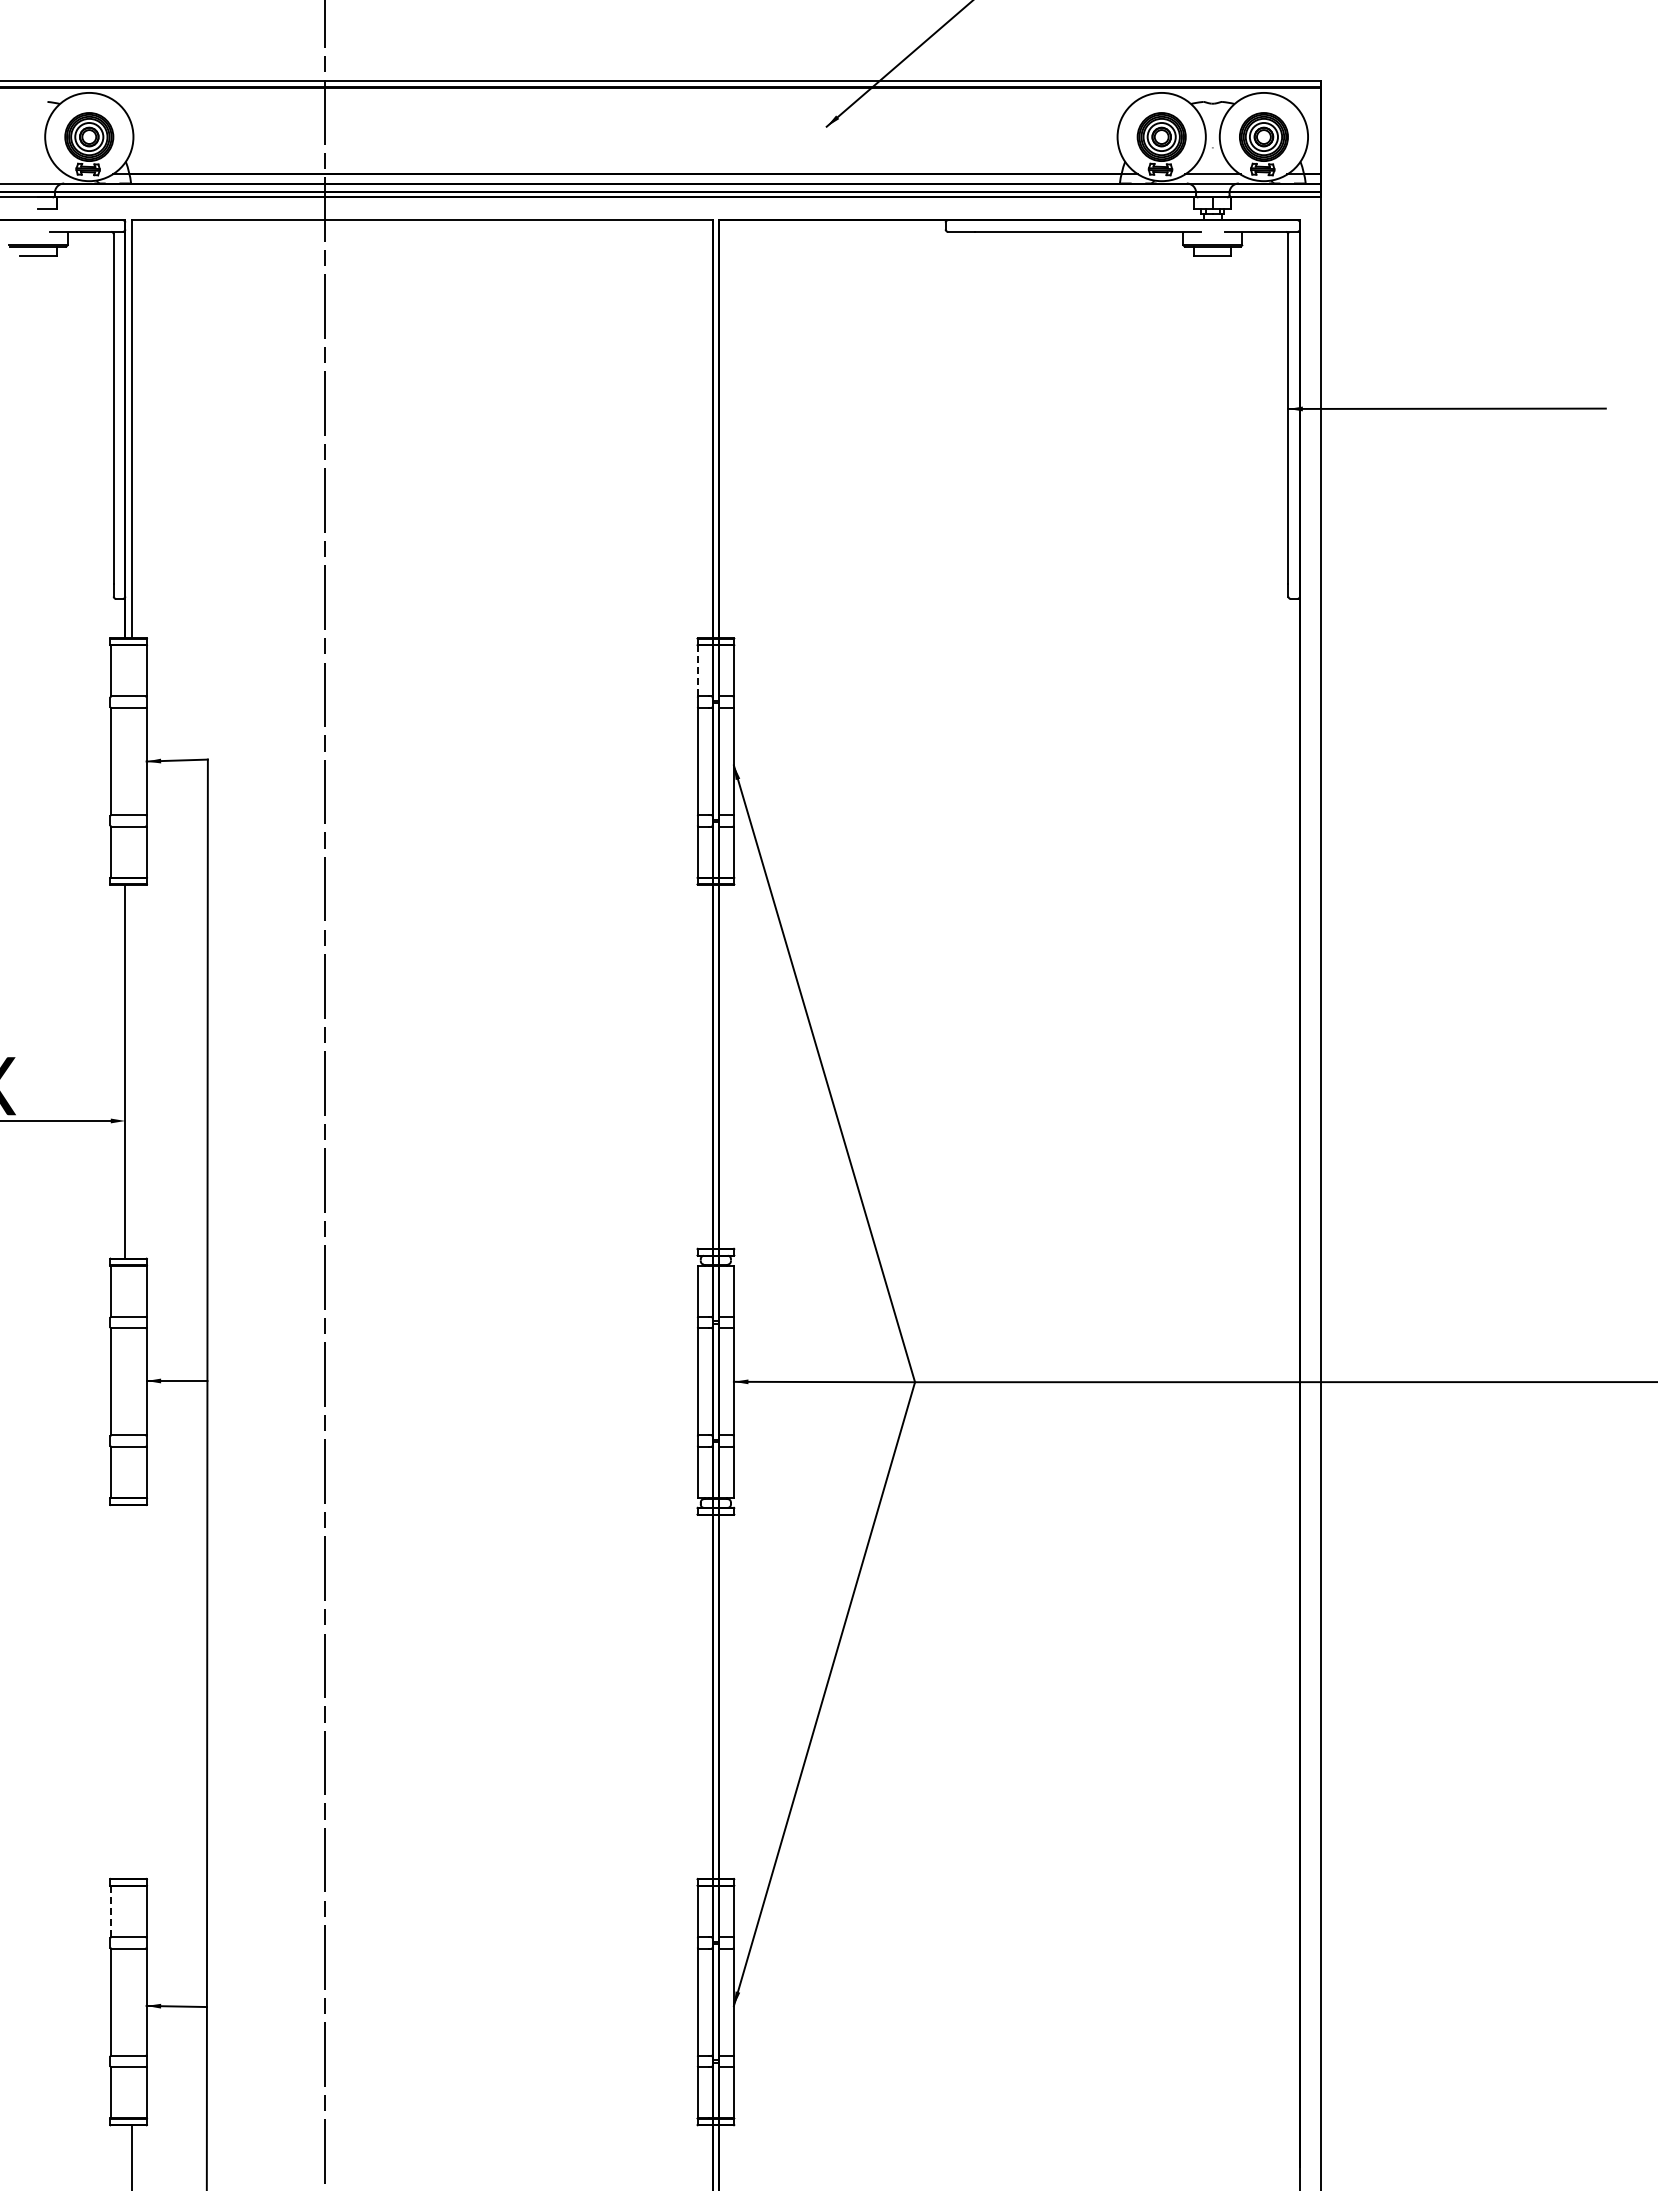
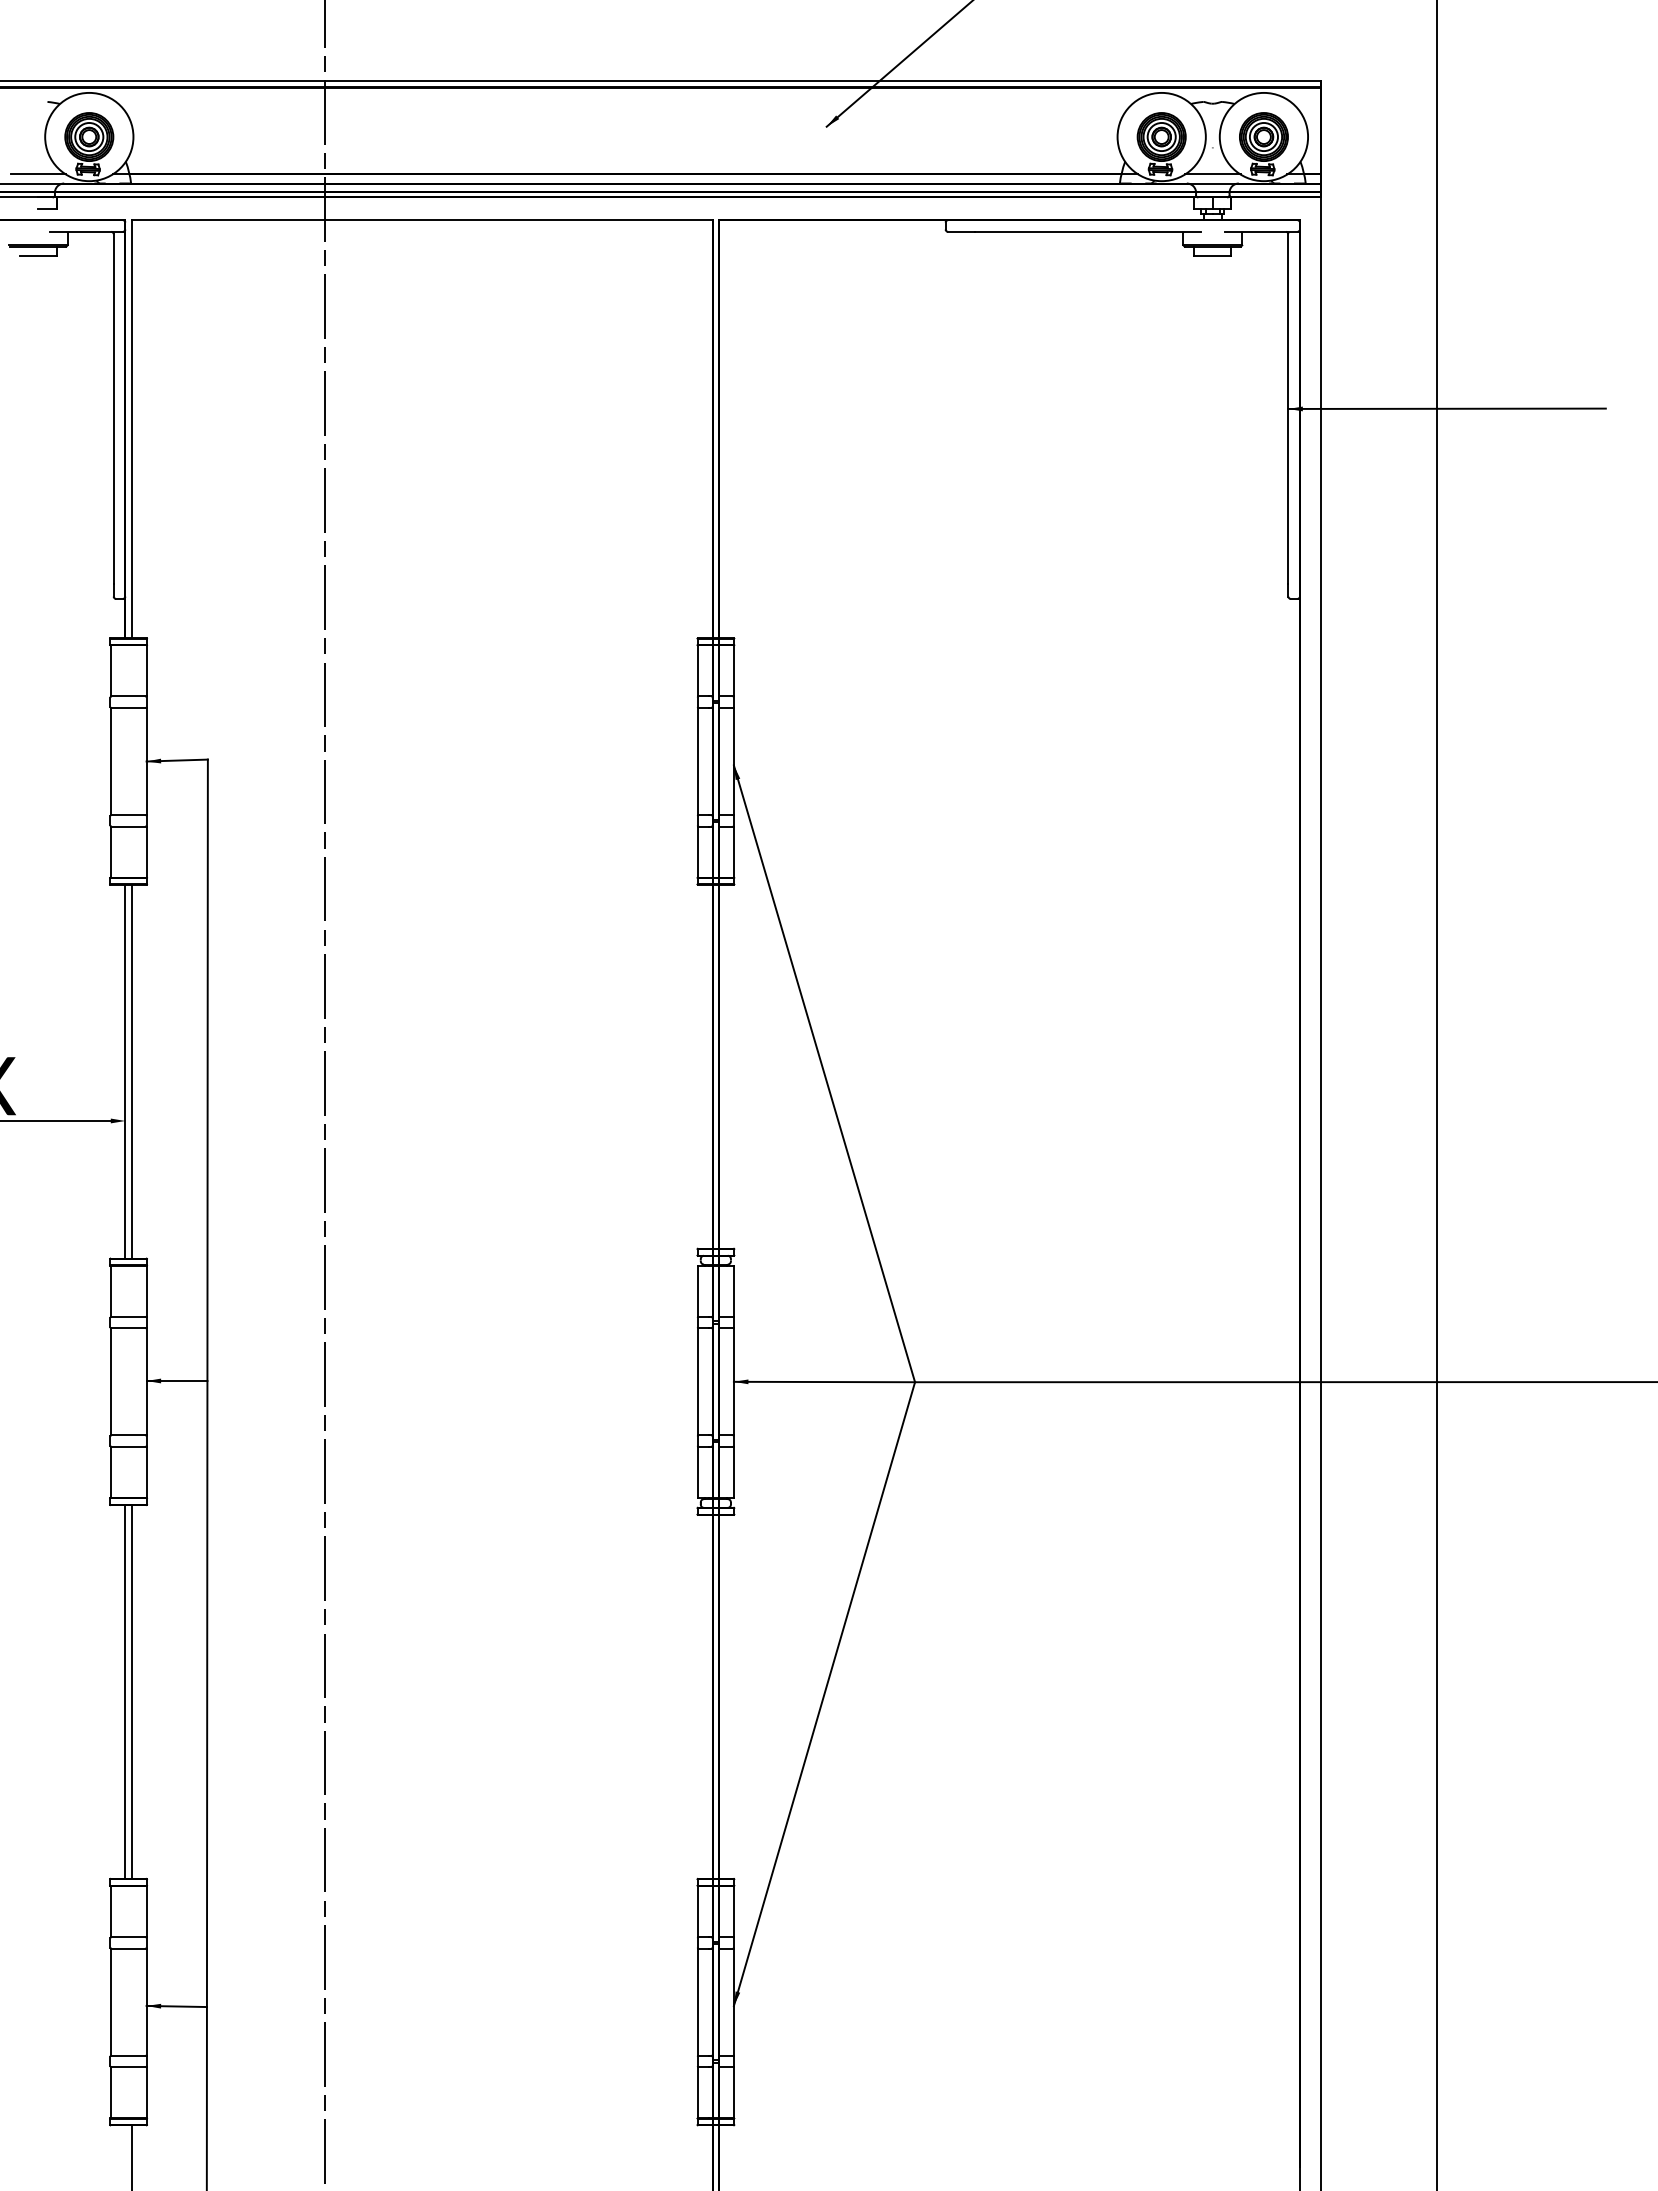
line at (37, 174): none -> present
line at (697, 670): dashed -> solid
line at (131, 1071): none -> present
line at (1437, 1094): none -> present
line at (125, 1691): none -> present
line at (131, 1691): none -> present
line at (110, 1911): dashed -> solid
